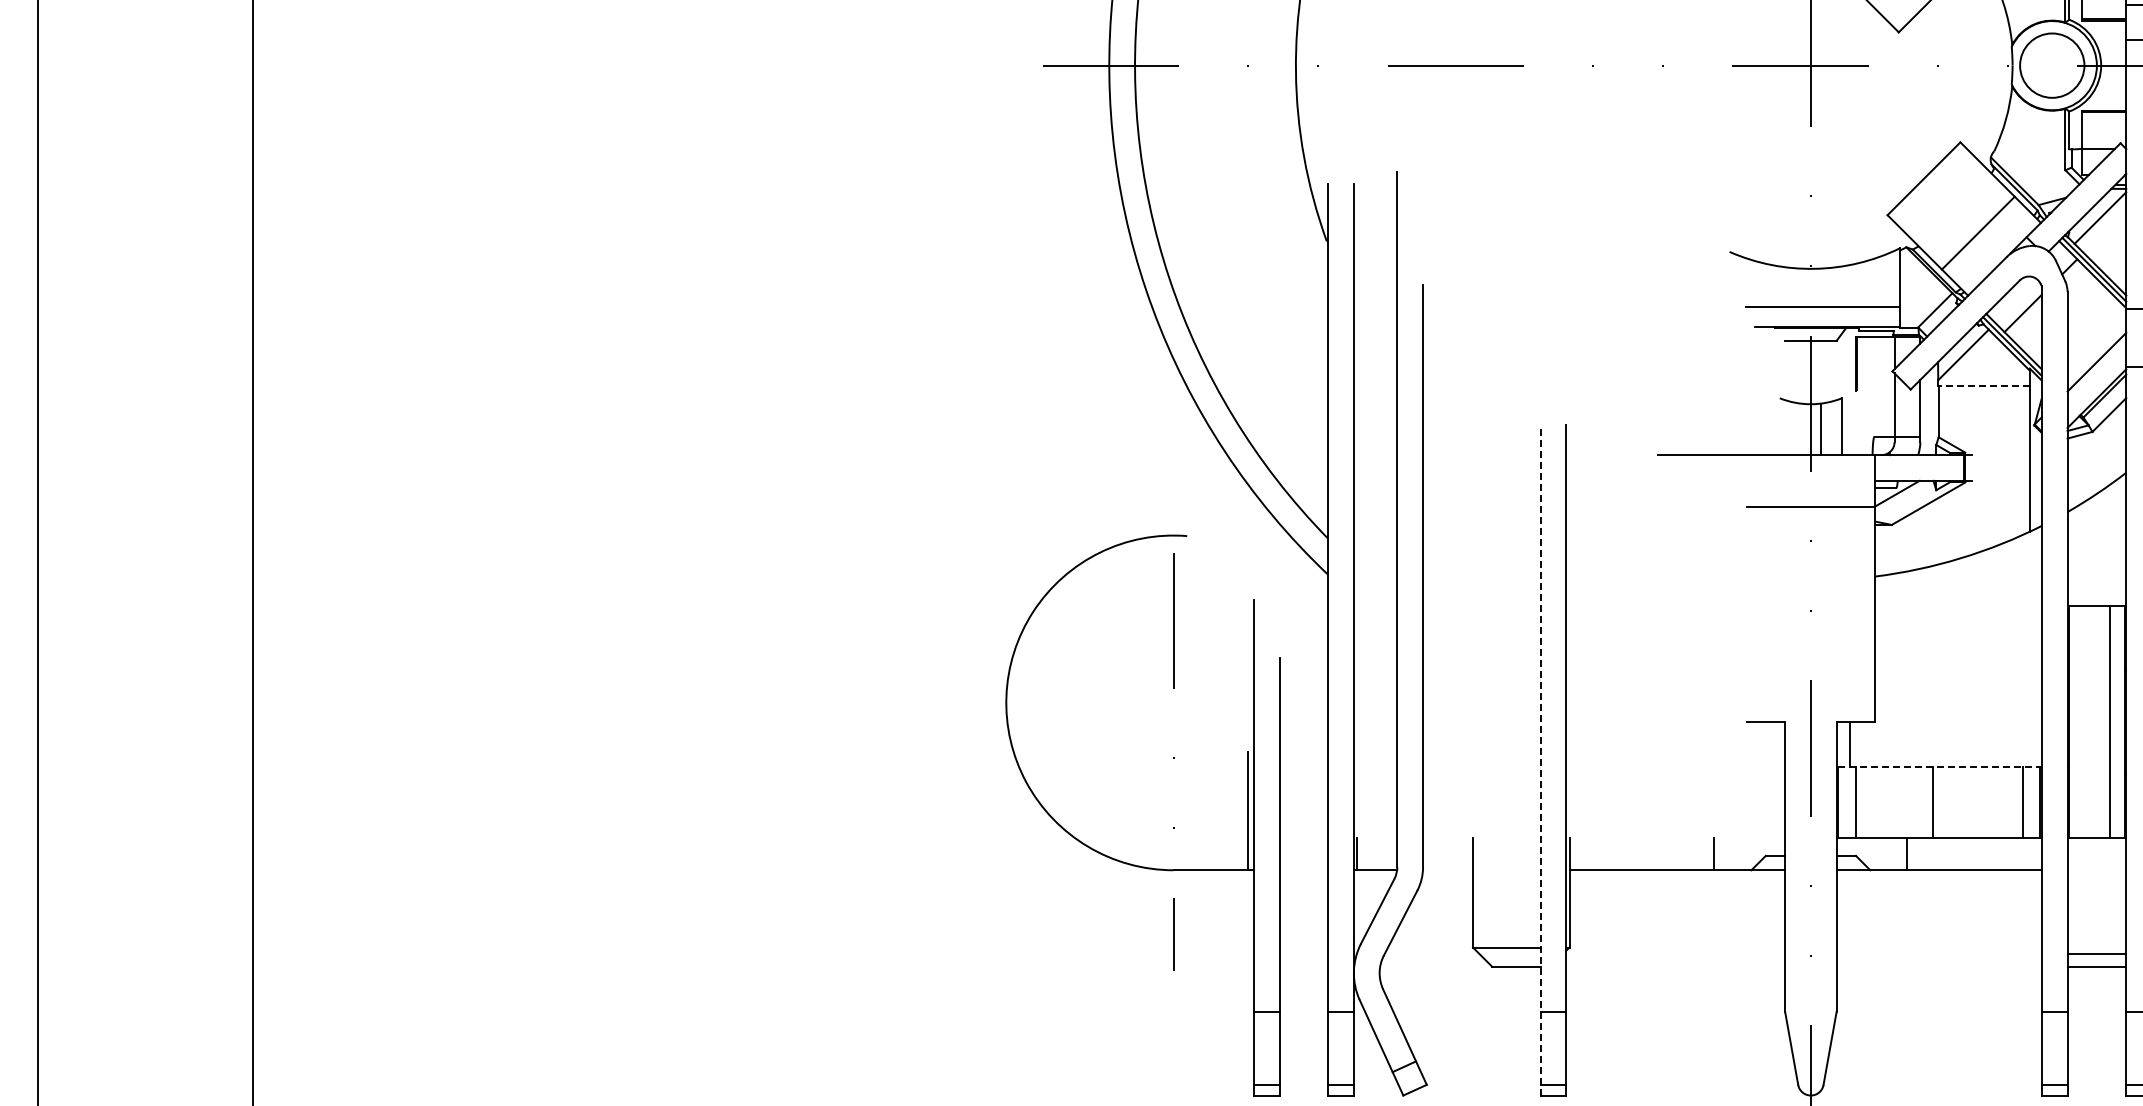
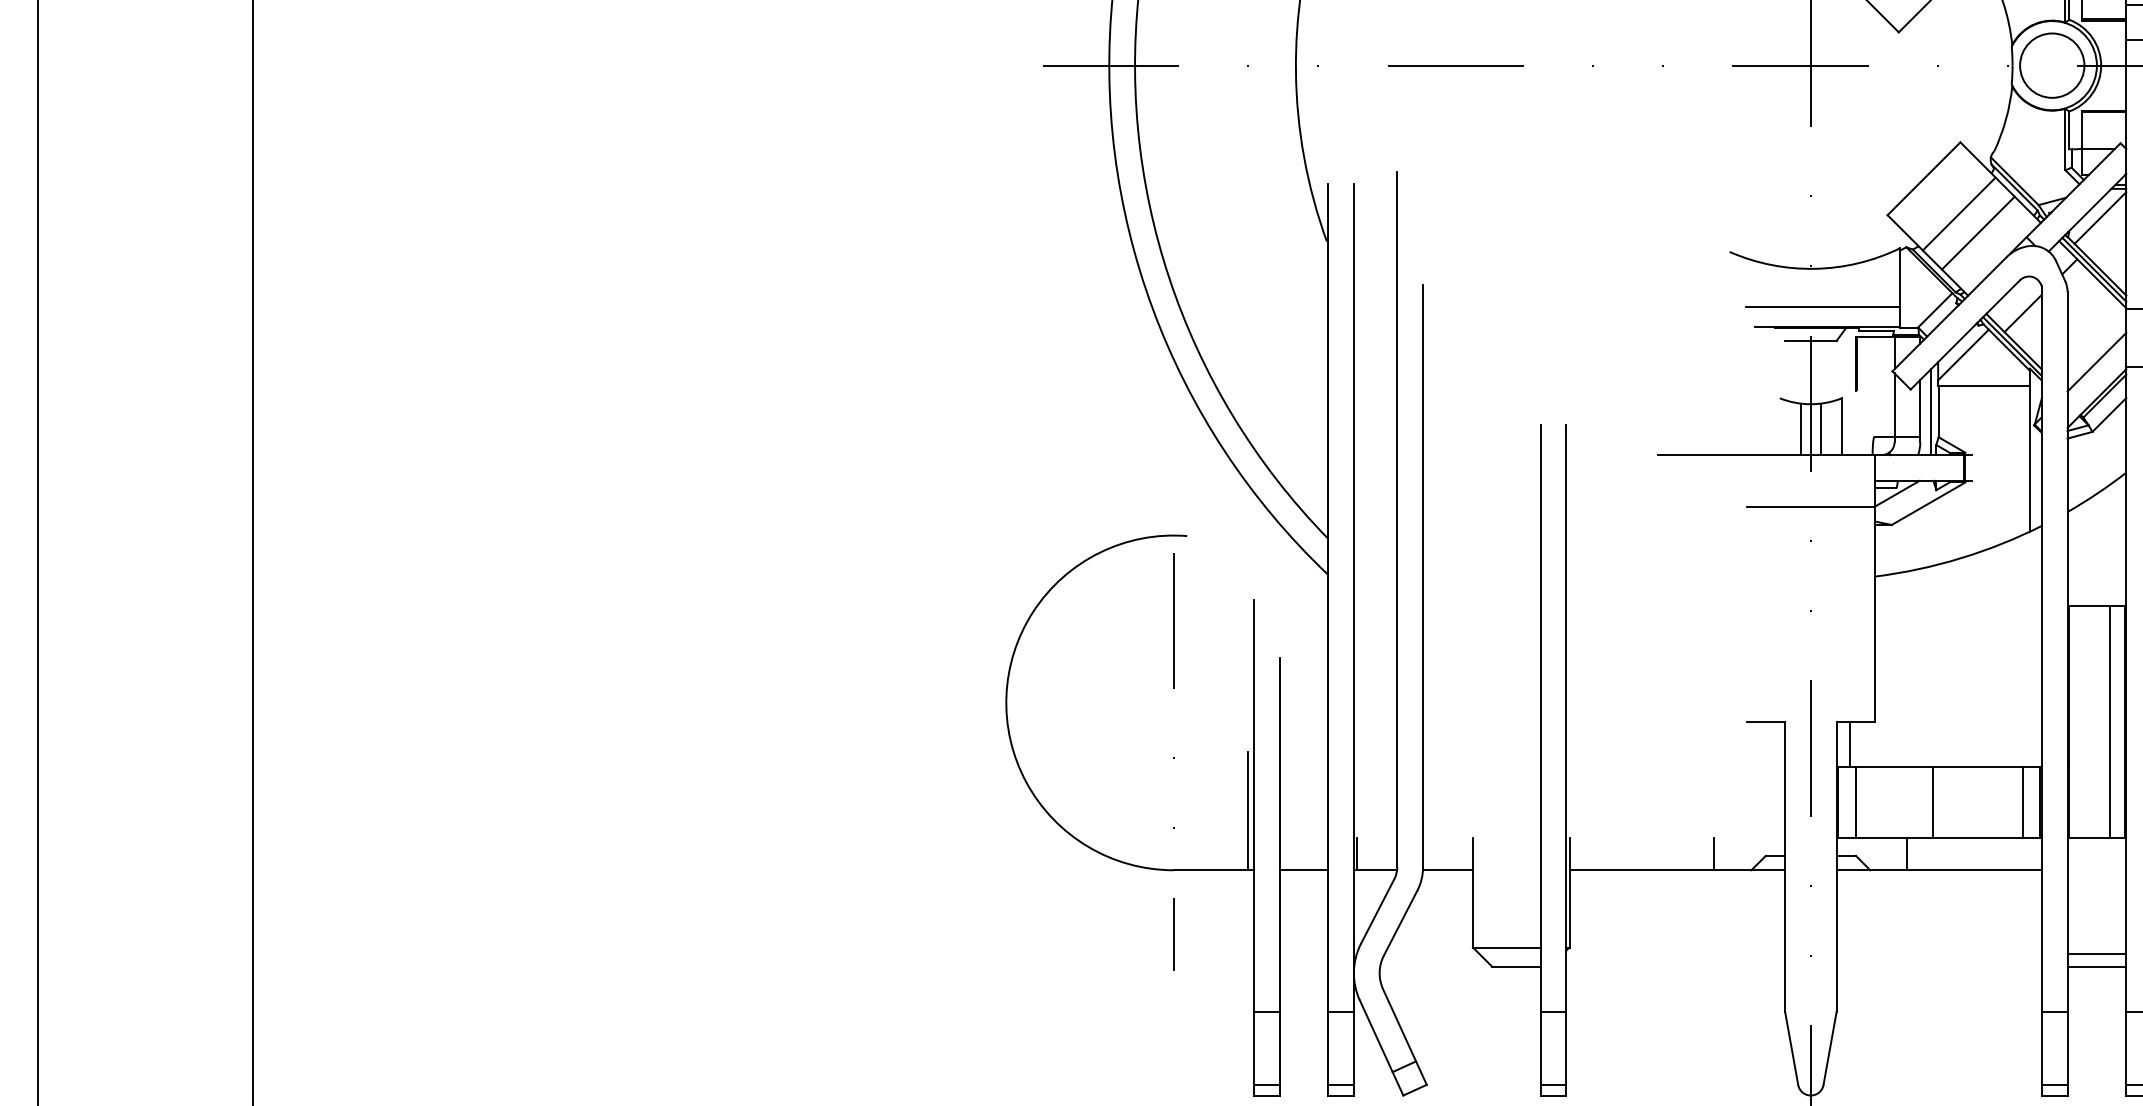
line at (1958, 213): none -> present
line at (1984, 385): dashed -> solid
line at (1931, 411): none -> present
line at (1801, 429): none -> present
line at (1540, 759): dashed -> solid
line at (1940, 767): dashed -> solid
line at (1303, 870): none -> present
line at (1447, 870): none -> present
